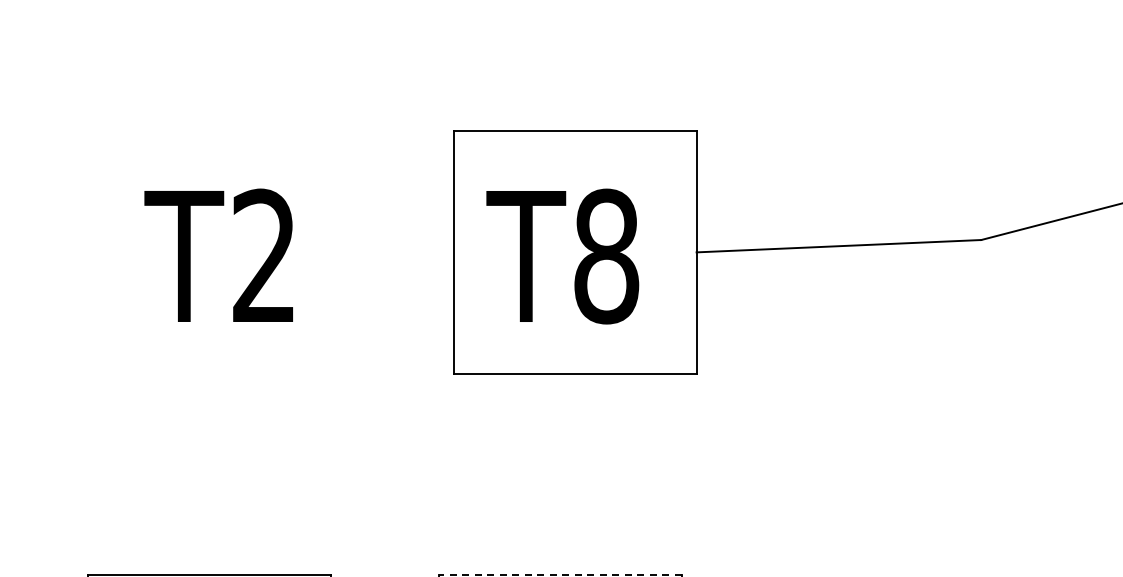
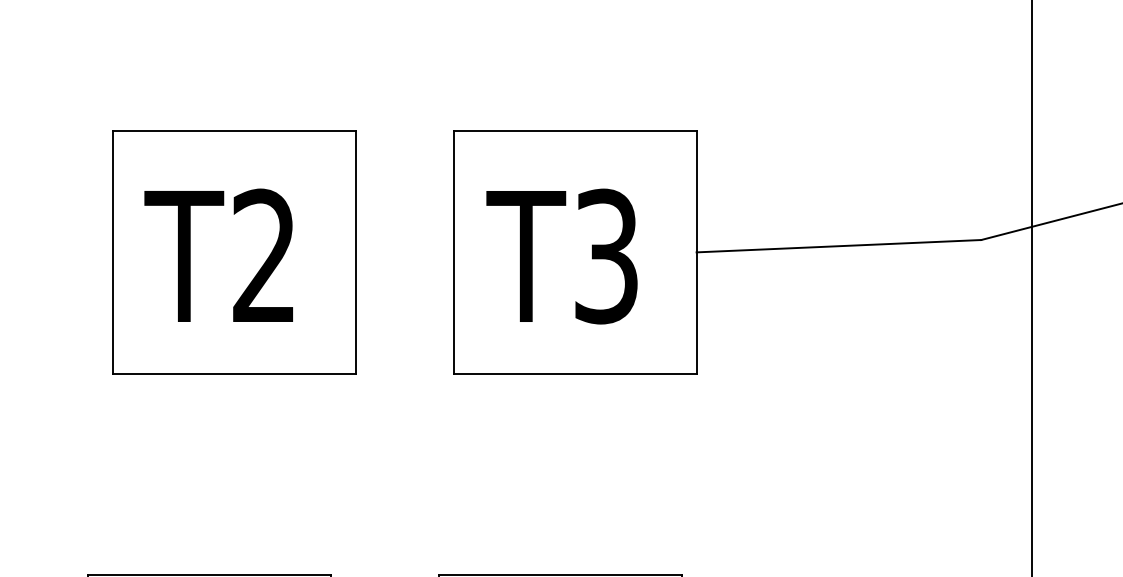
part at (234, 252): none -> present
text at (606, 256): T8 -> T3
line at (1031, 287): none -> present
line at (560, 575): dashed -> solid
